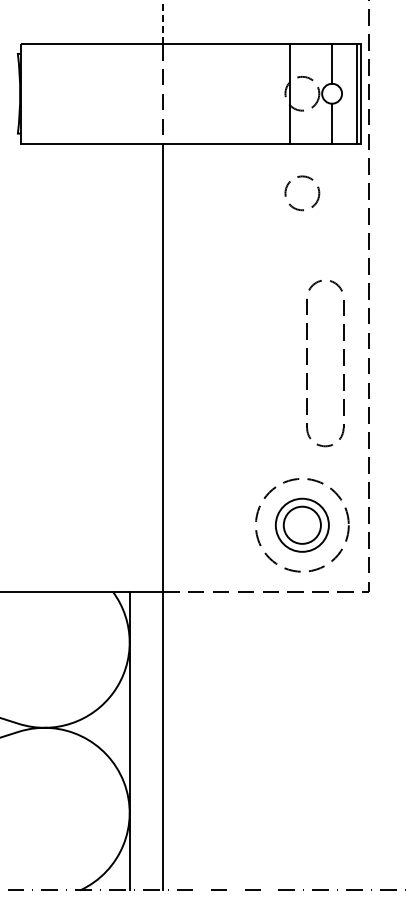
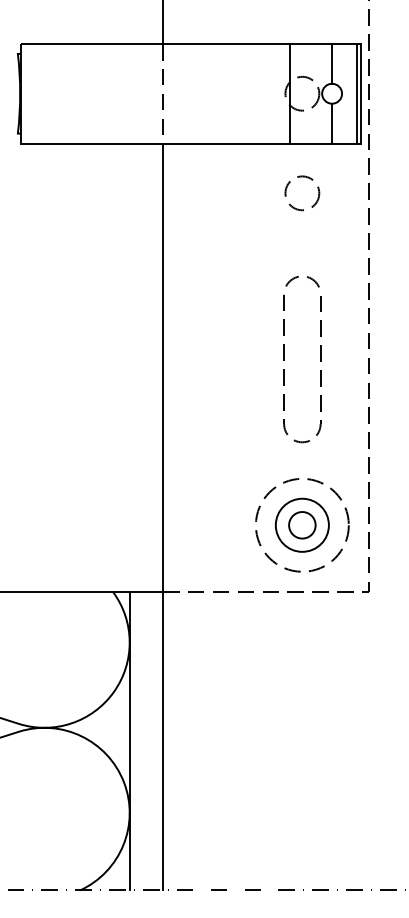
line at (162, 21): dashed -> solid
part at (307, 363) position: (307, 363) -> (284, 359)
circle at (301, 524) diameter: 37 px -> 27 px
